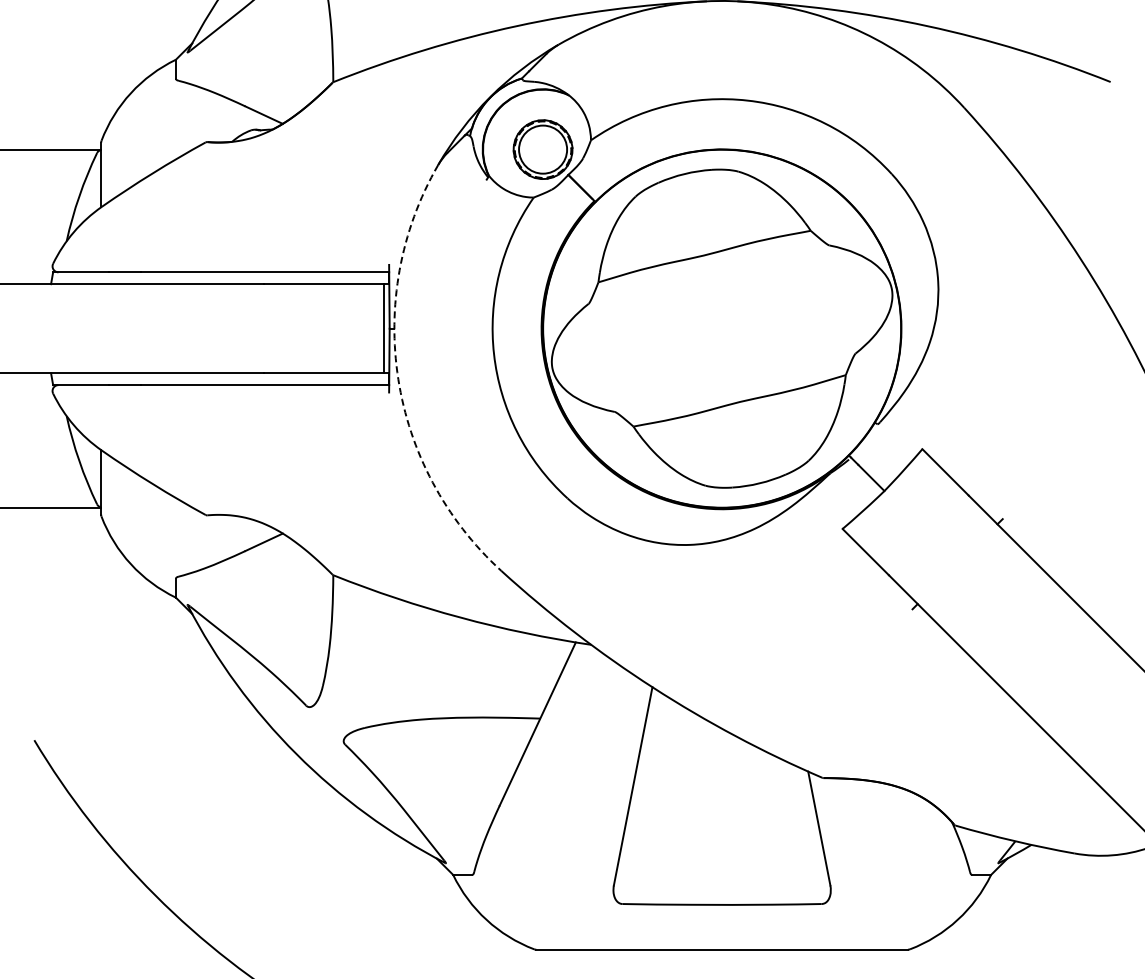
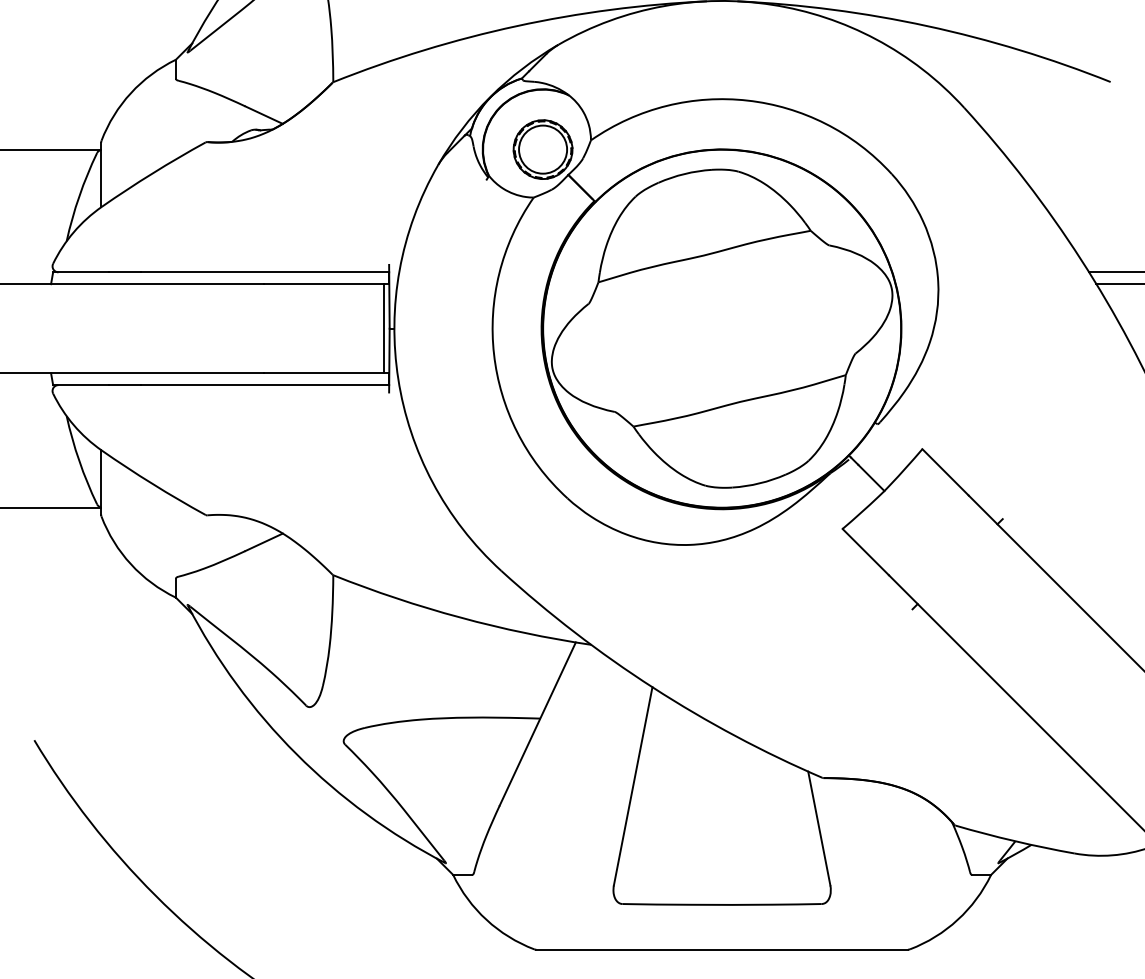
line at (1115, 272): none -> present
line at (1118, 284): none -> present
arc at (398, 379): dashed -> solid
